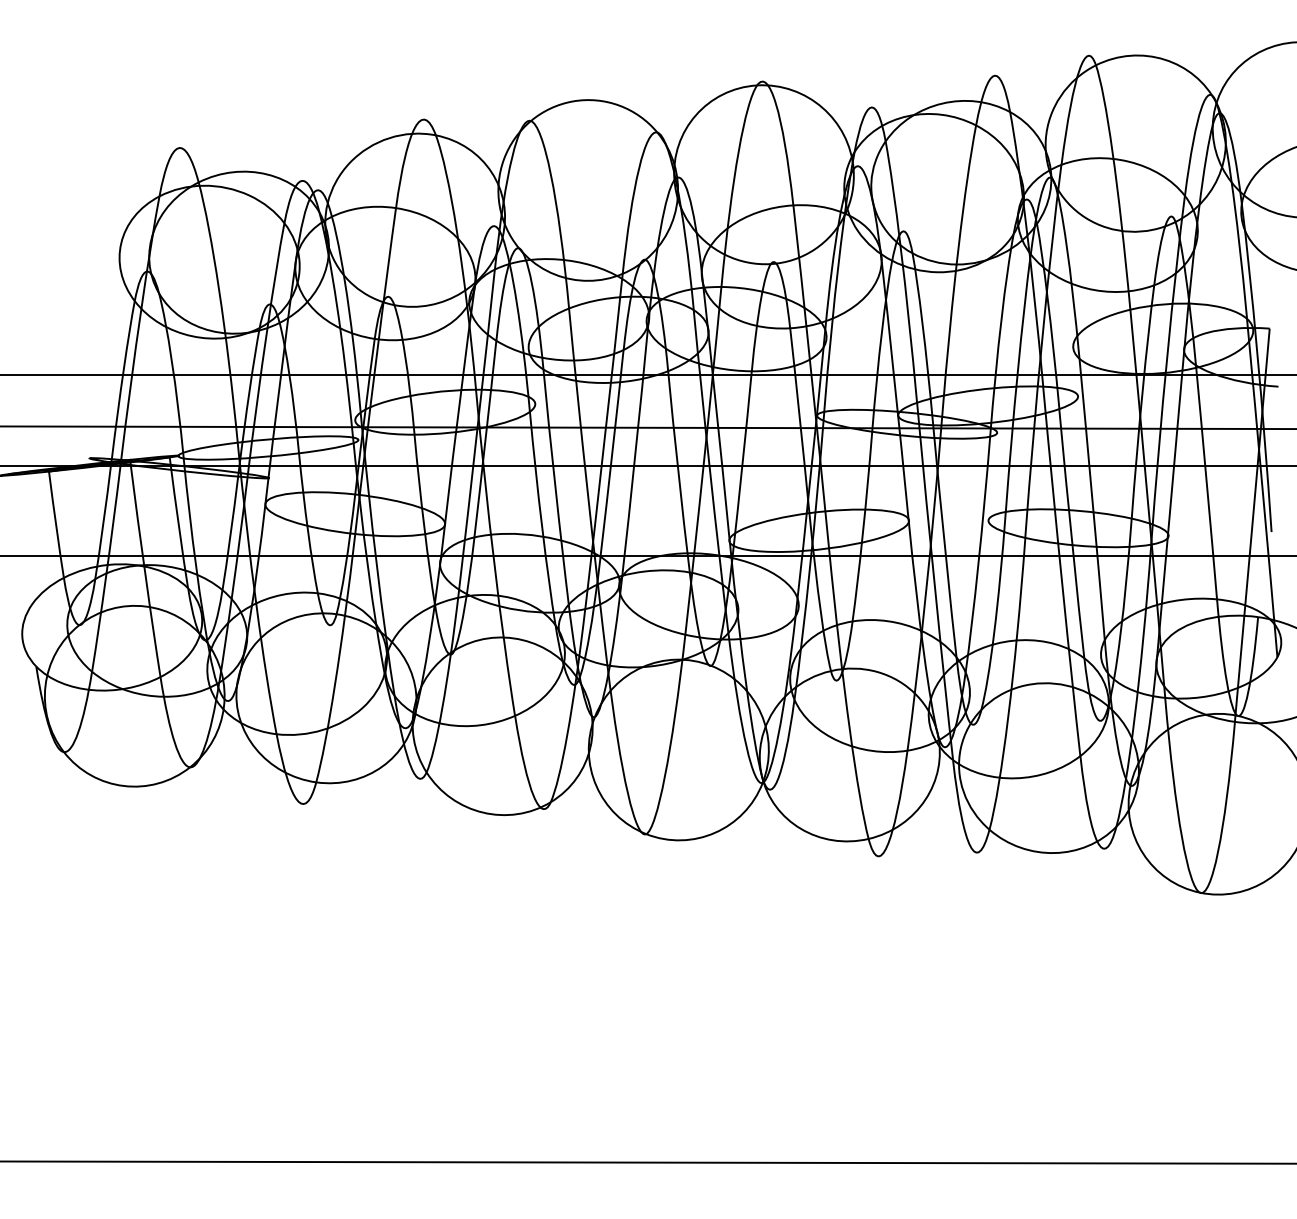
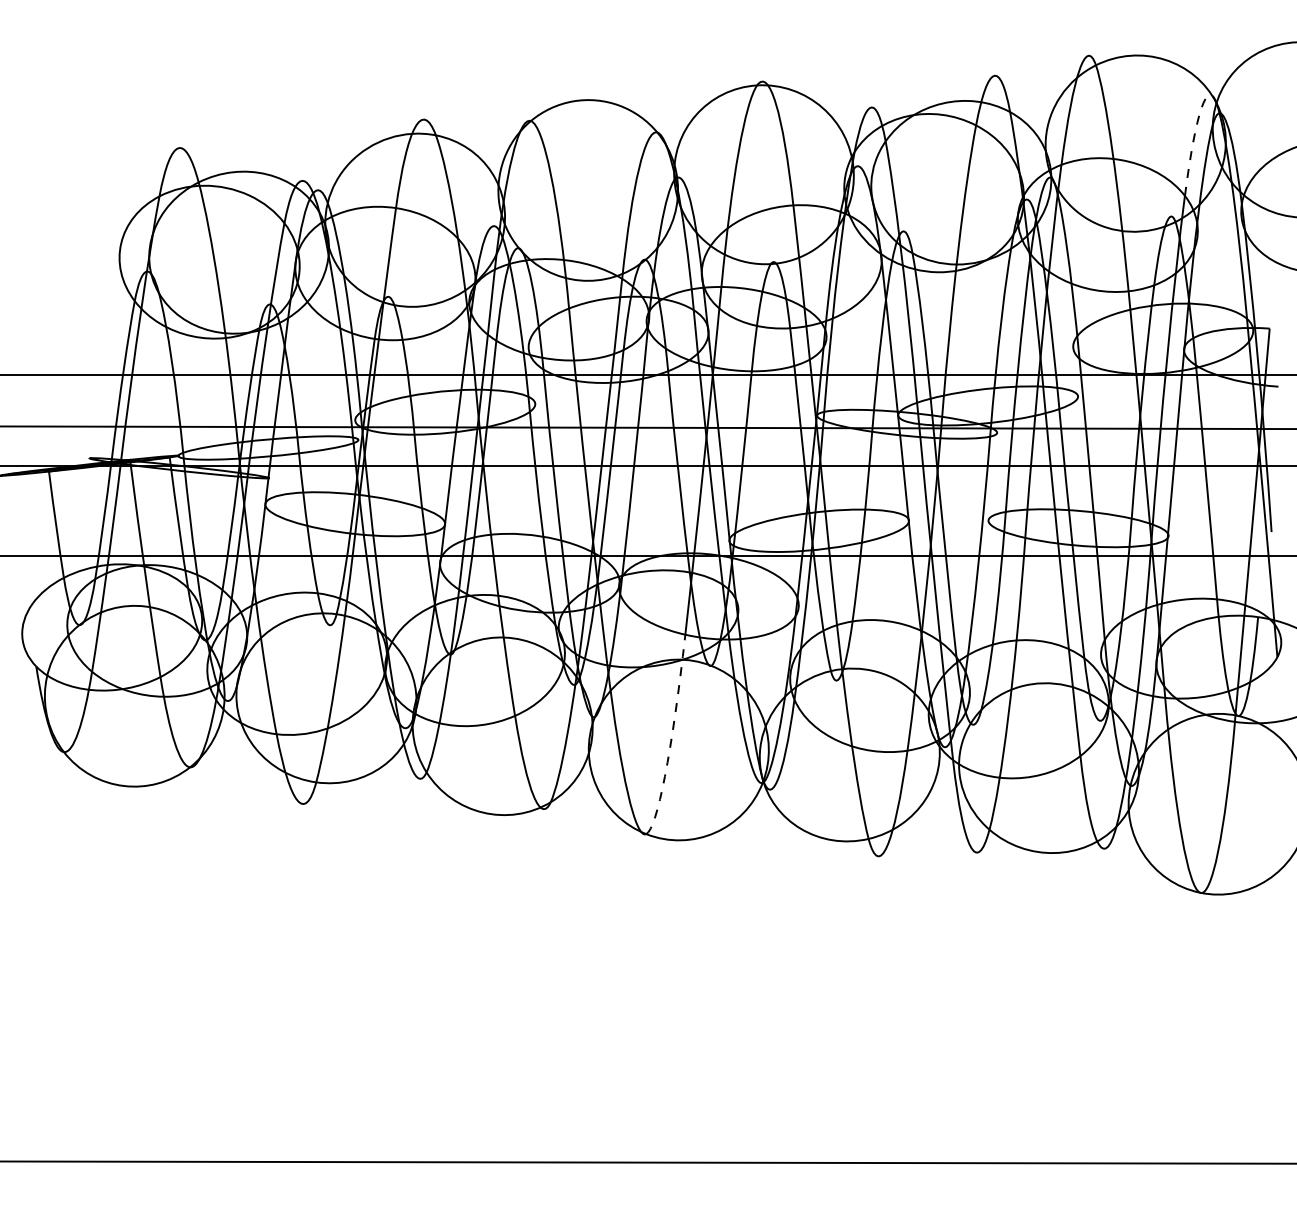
arc at (1195, 132): solid -> dashed
arc at (671, 740): solid -> dashed
